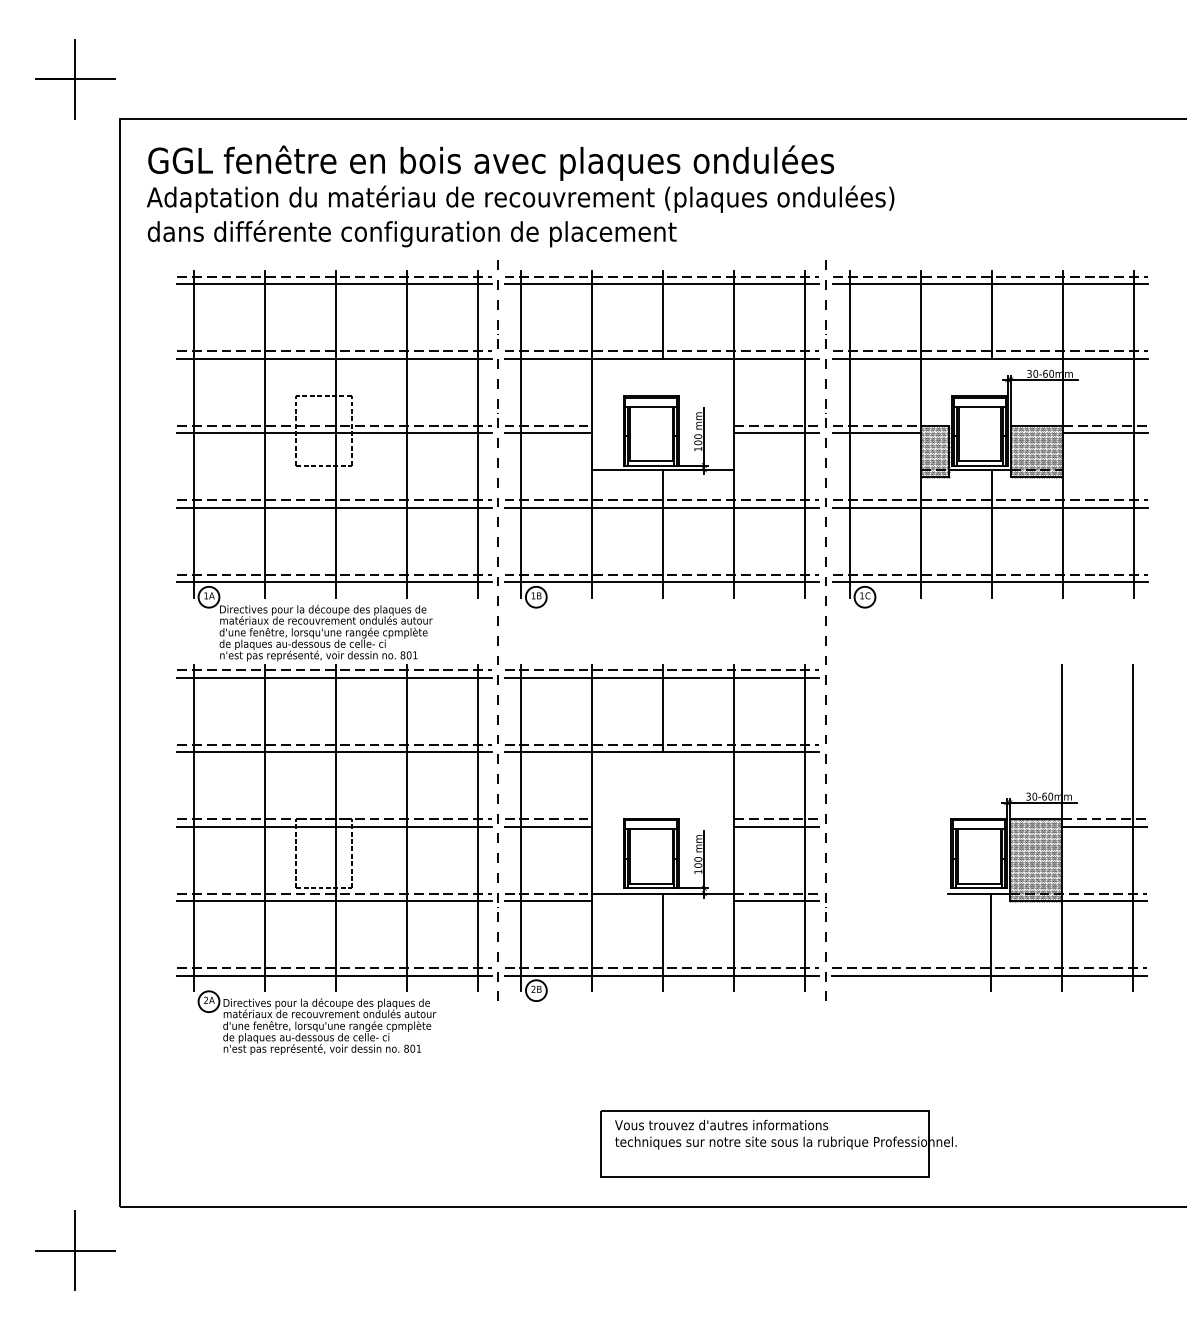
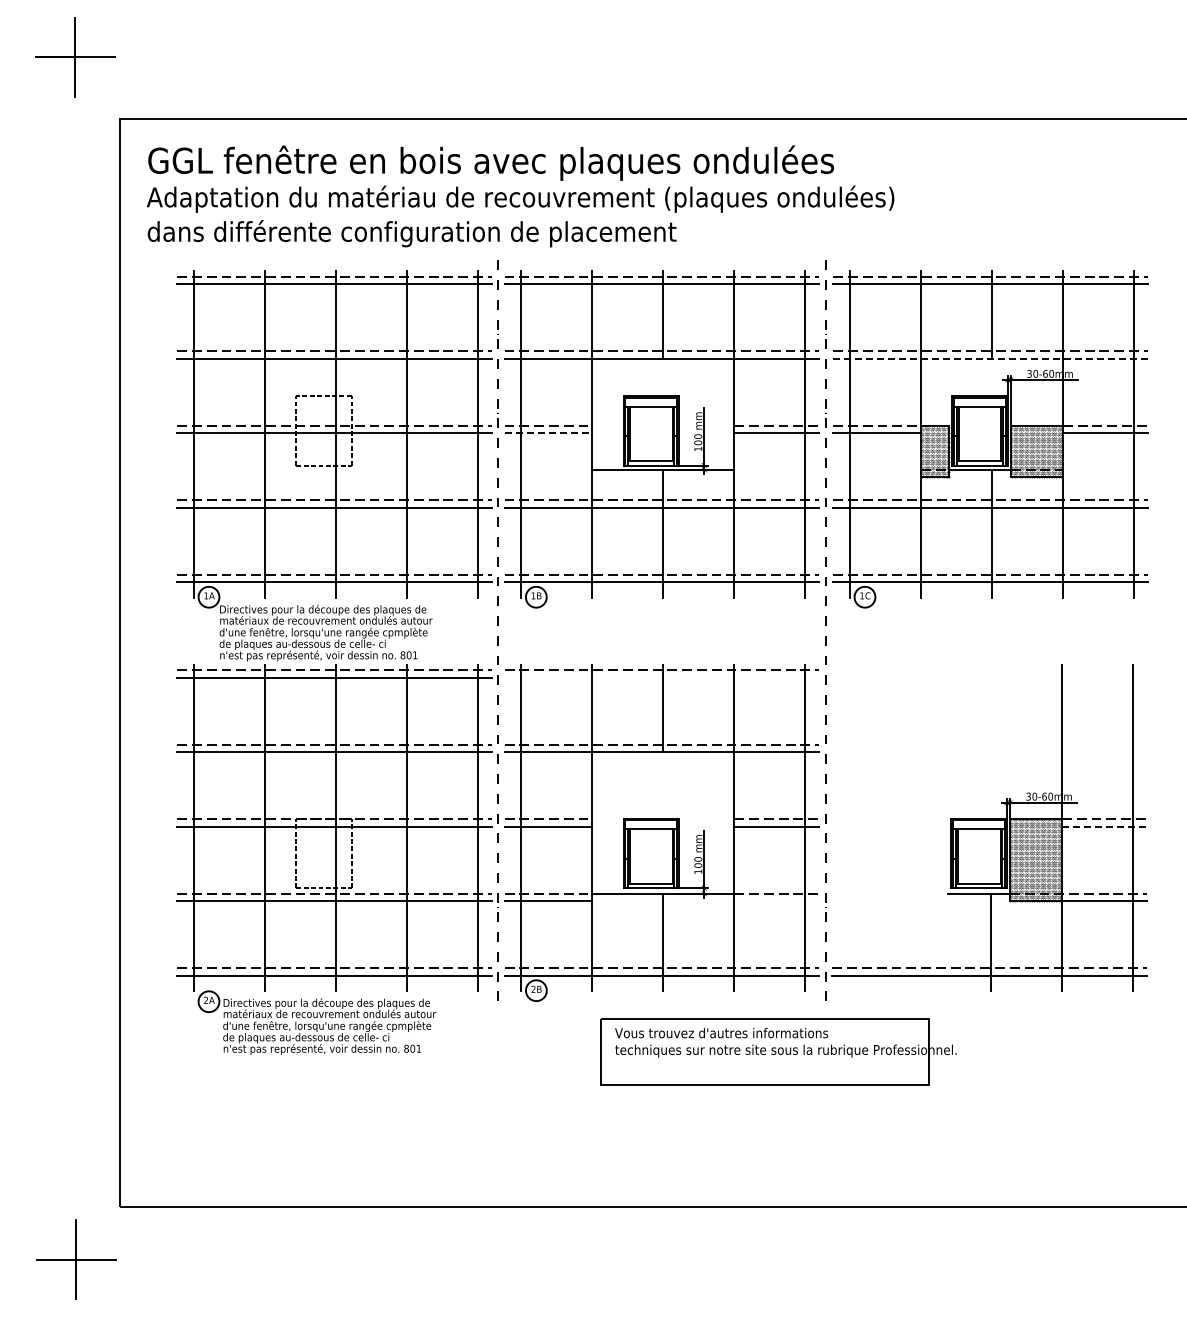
part at (75, 79) position: (75, 79) -> (75, 57)
line at (991, 358): solid -> dashed
line at (548, 433): solid -> dashed
line at (661, 677): present -> none
line at (1104, 826): solid -> dashed
line at (776, 901): present -> none
part at (778, 1143) position: (778, 1143) -> (778, 1051)
part at (75, 1250) position: (75, 1250) -> (76, 1259)
